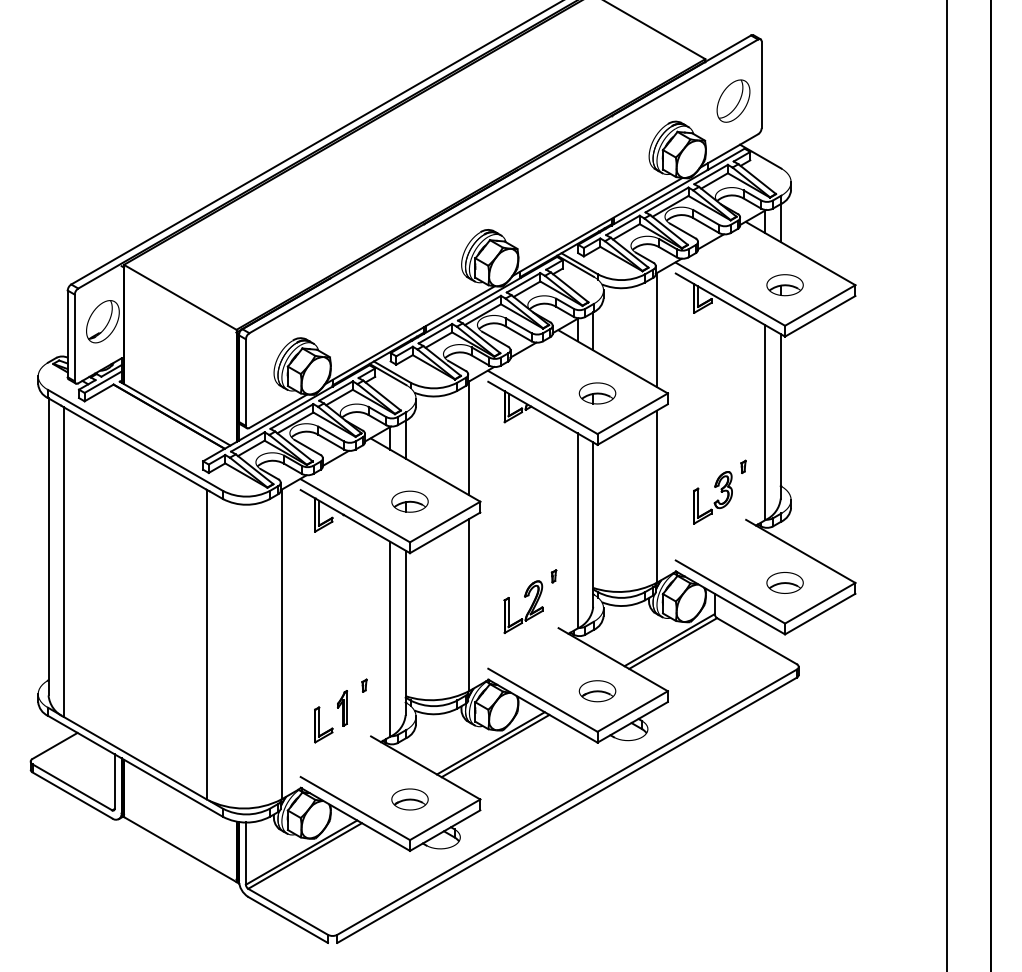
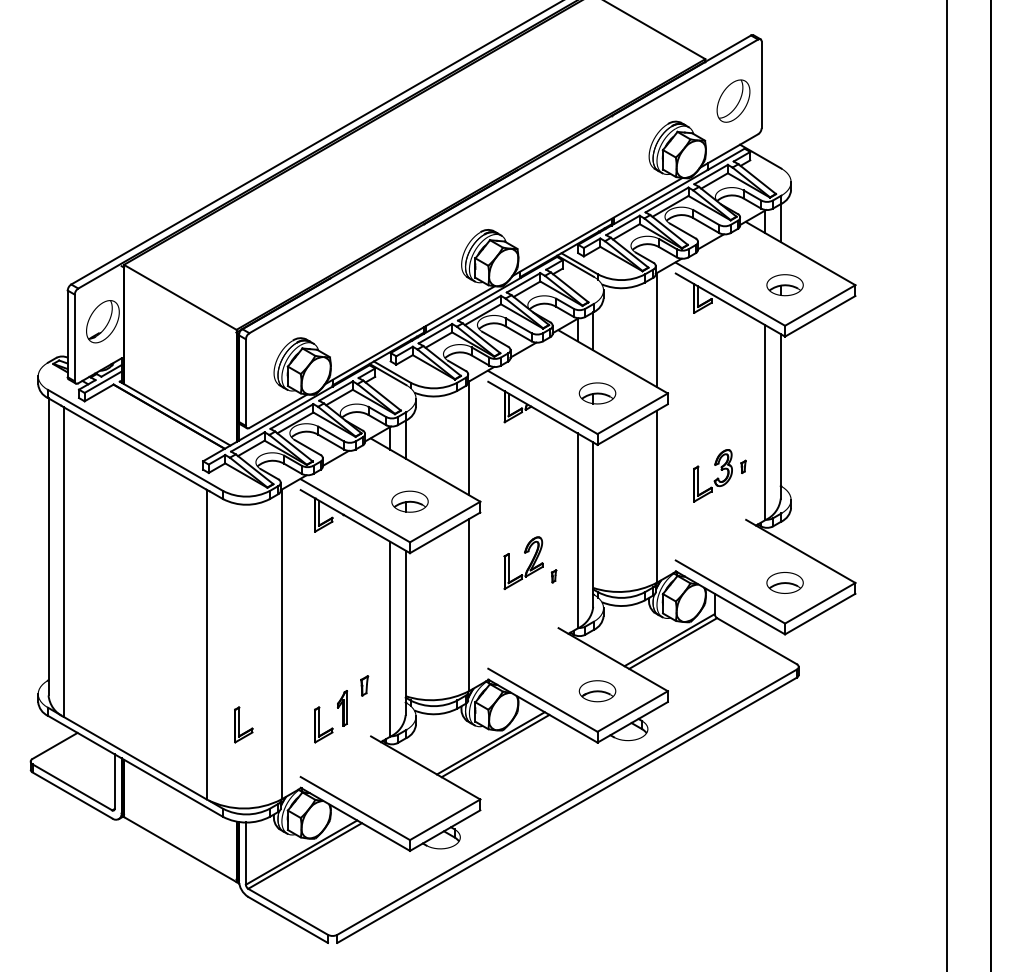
part at (712, 497) position: (712, 497) -> (712, 475)
part at (529, 608) position: (529, 608) -> (529, 564)
part at (364, 685) size: 7x15 px -> 10x22 px
part at (243, 724): none -> present
part at (409, 799): present -> none
